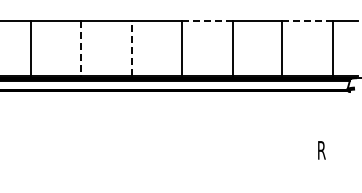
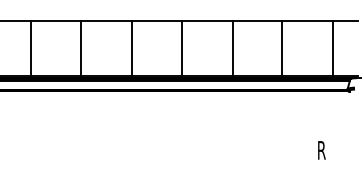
line at (206, 21): dashed -> solid
line at (307, 21): dashed -> solid
line at (132, 47): dashed -> solid
line at (81, 48): dashed -> solid
